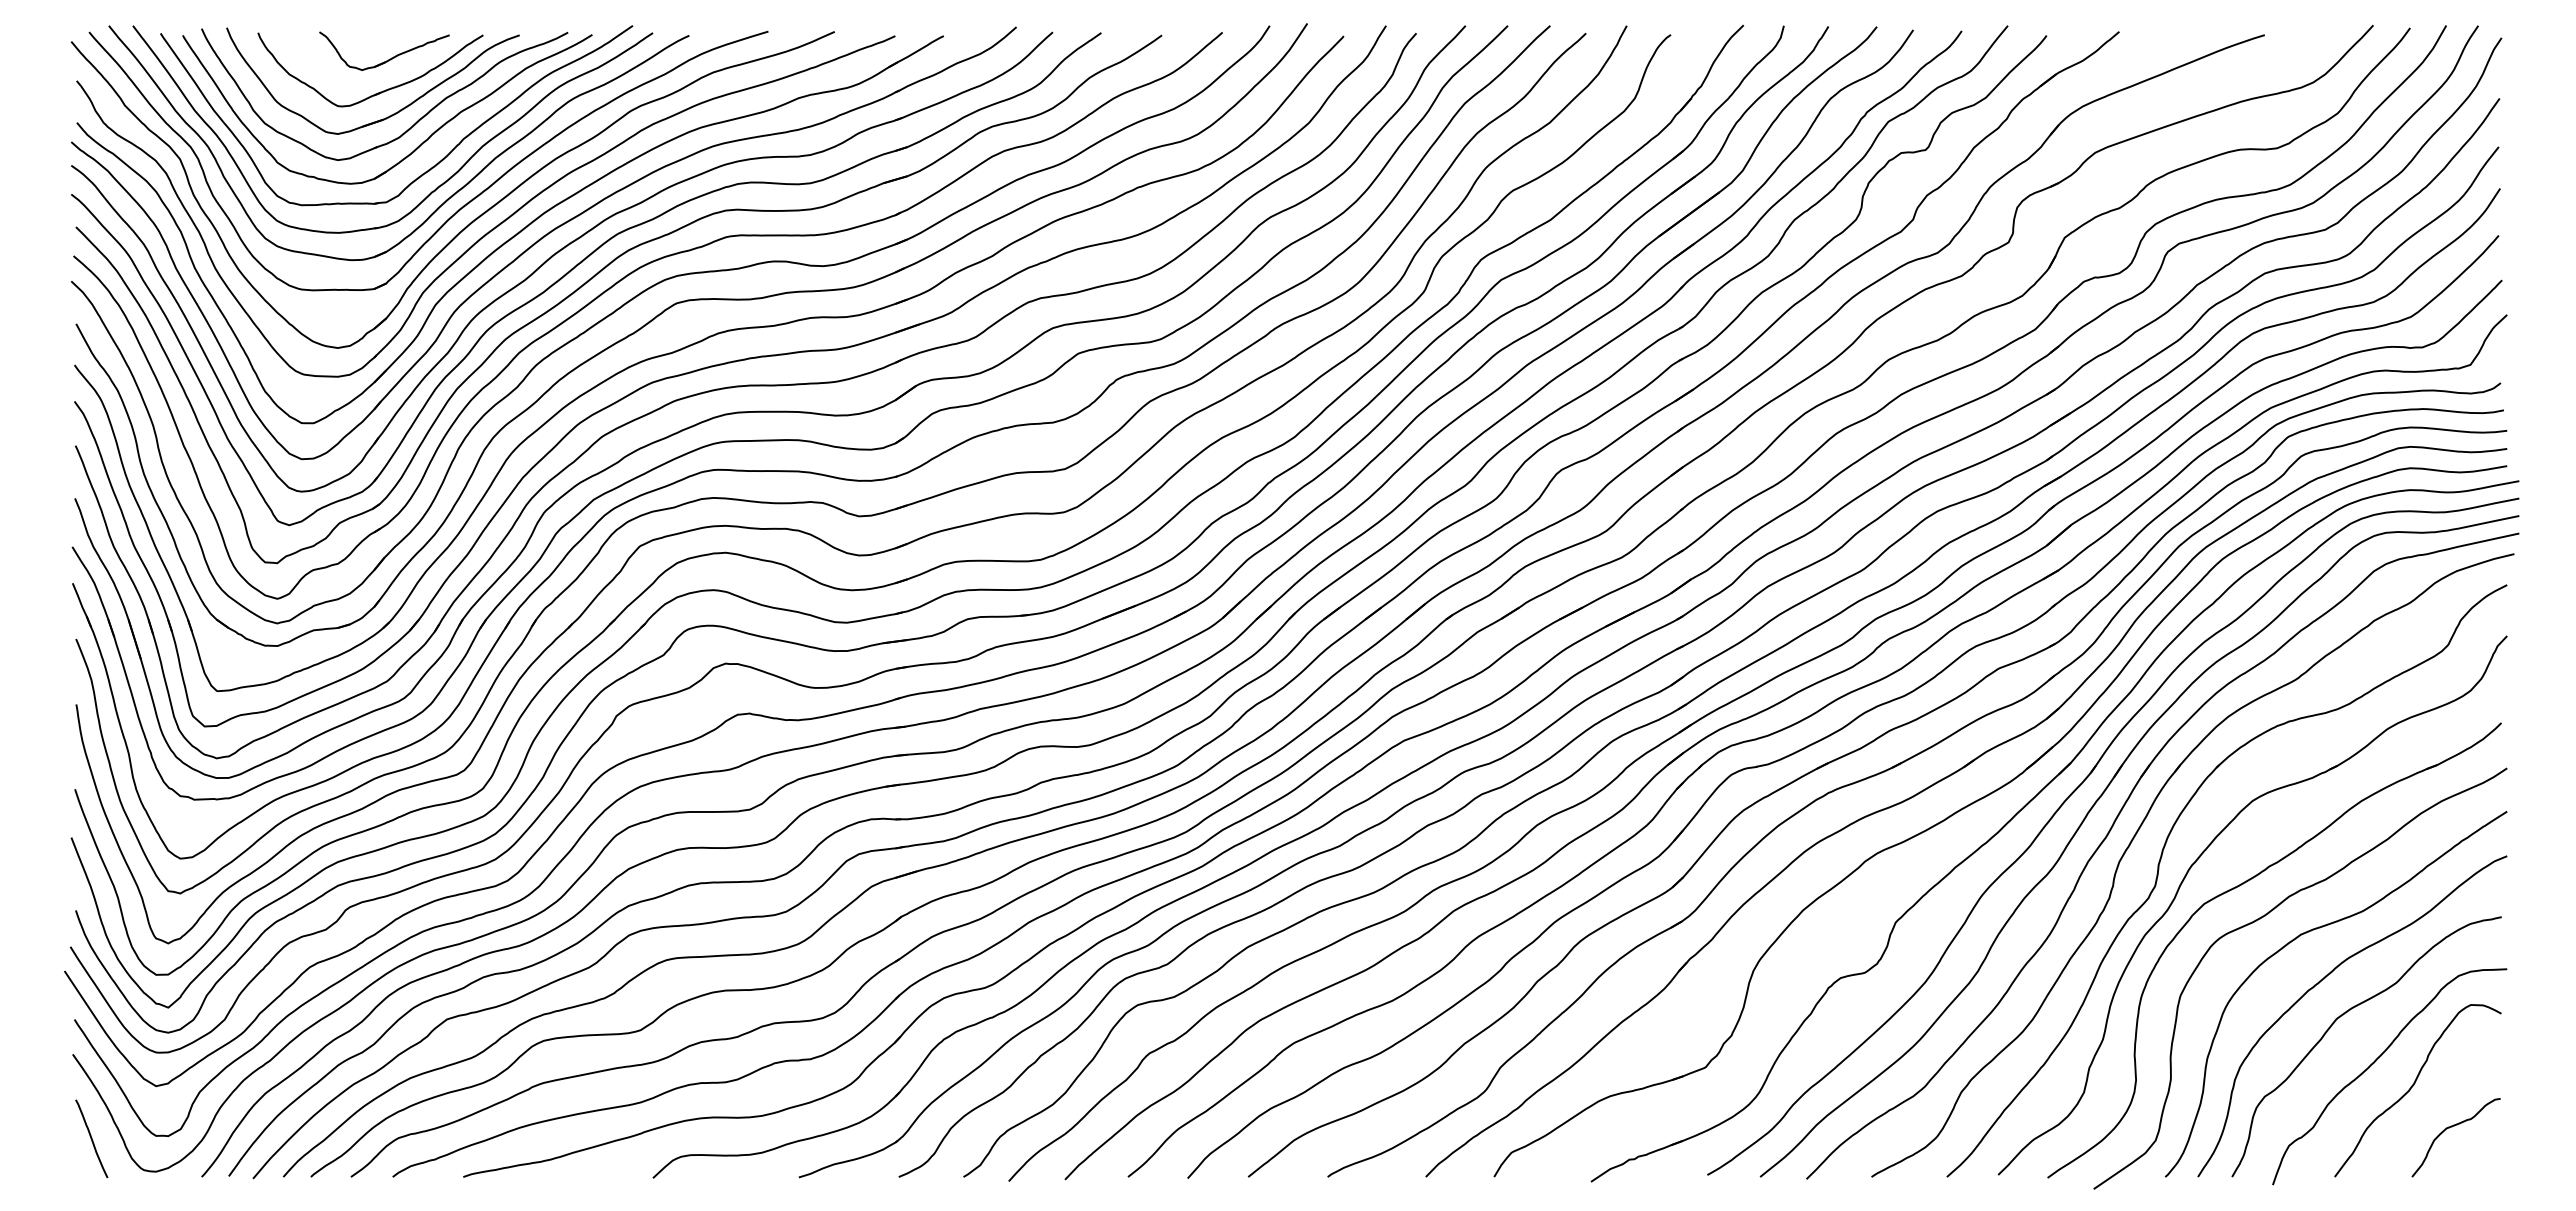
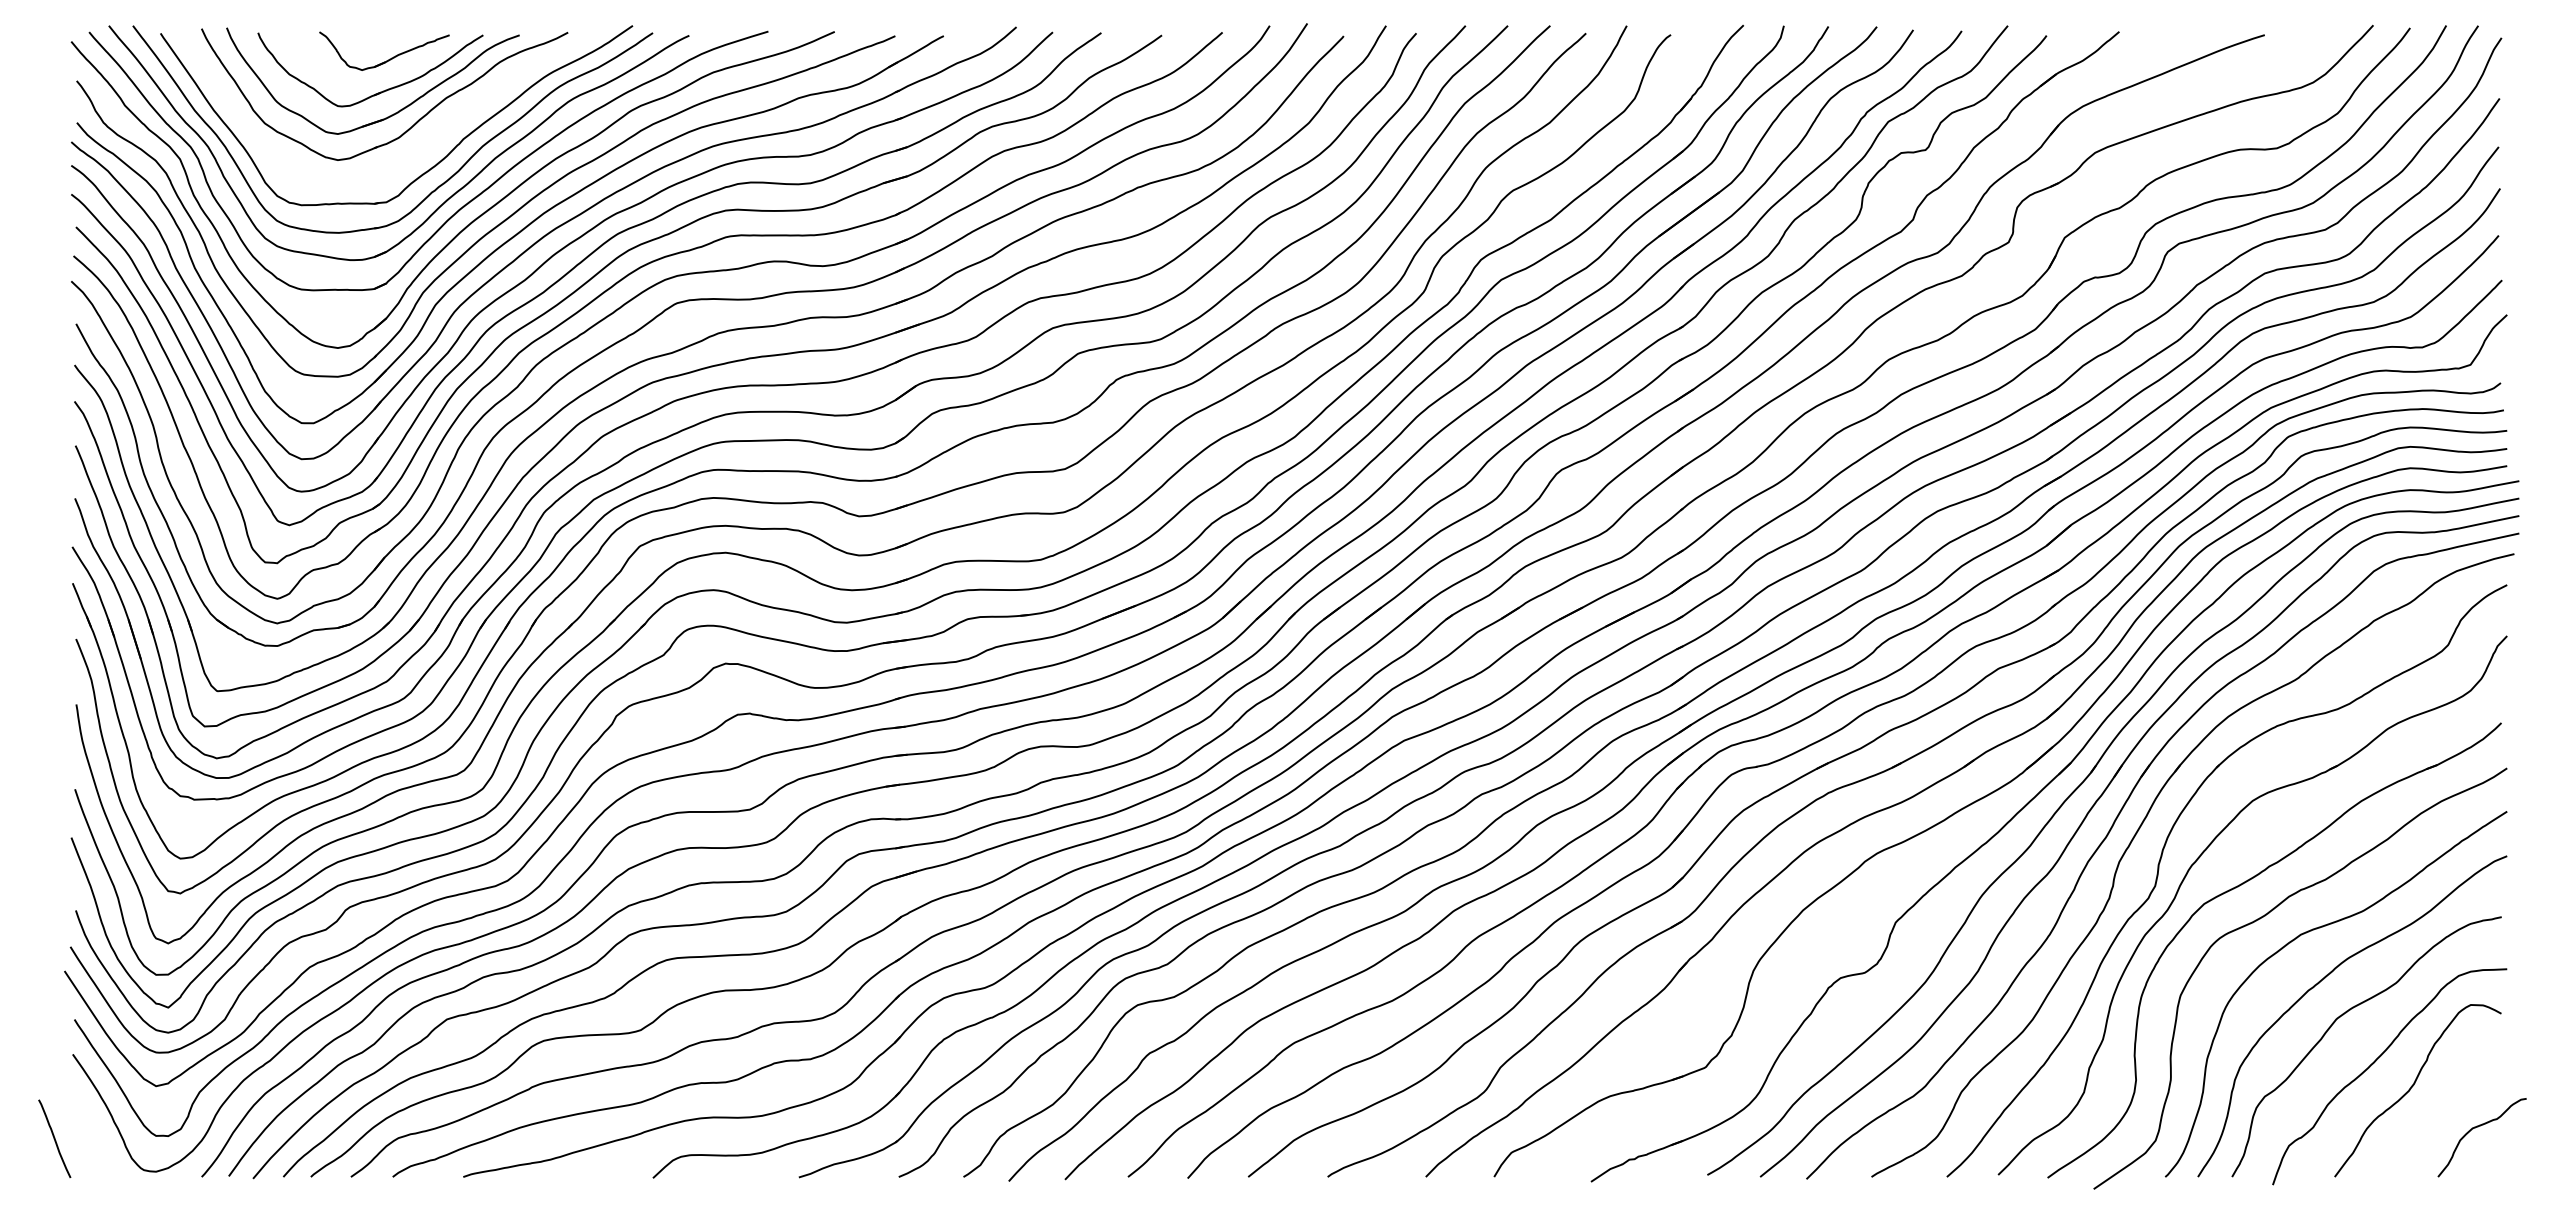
part at (418, 145): present -> none
curve at (2452, 1127) position: (2452, 1127) -> (2478, 1127)
curve at (91, 1138) position: (91, 1138) -> (54, 1138)
